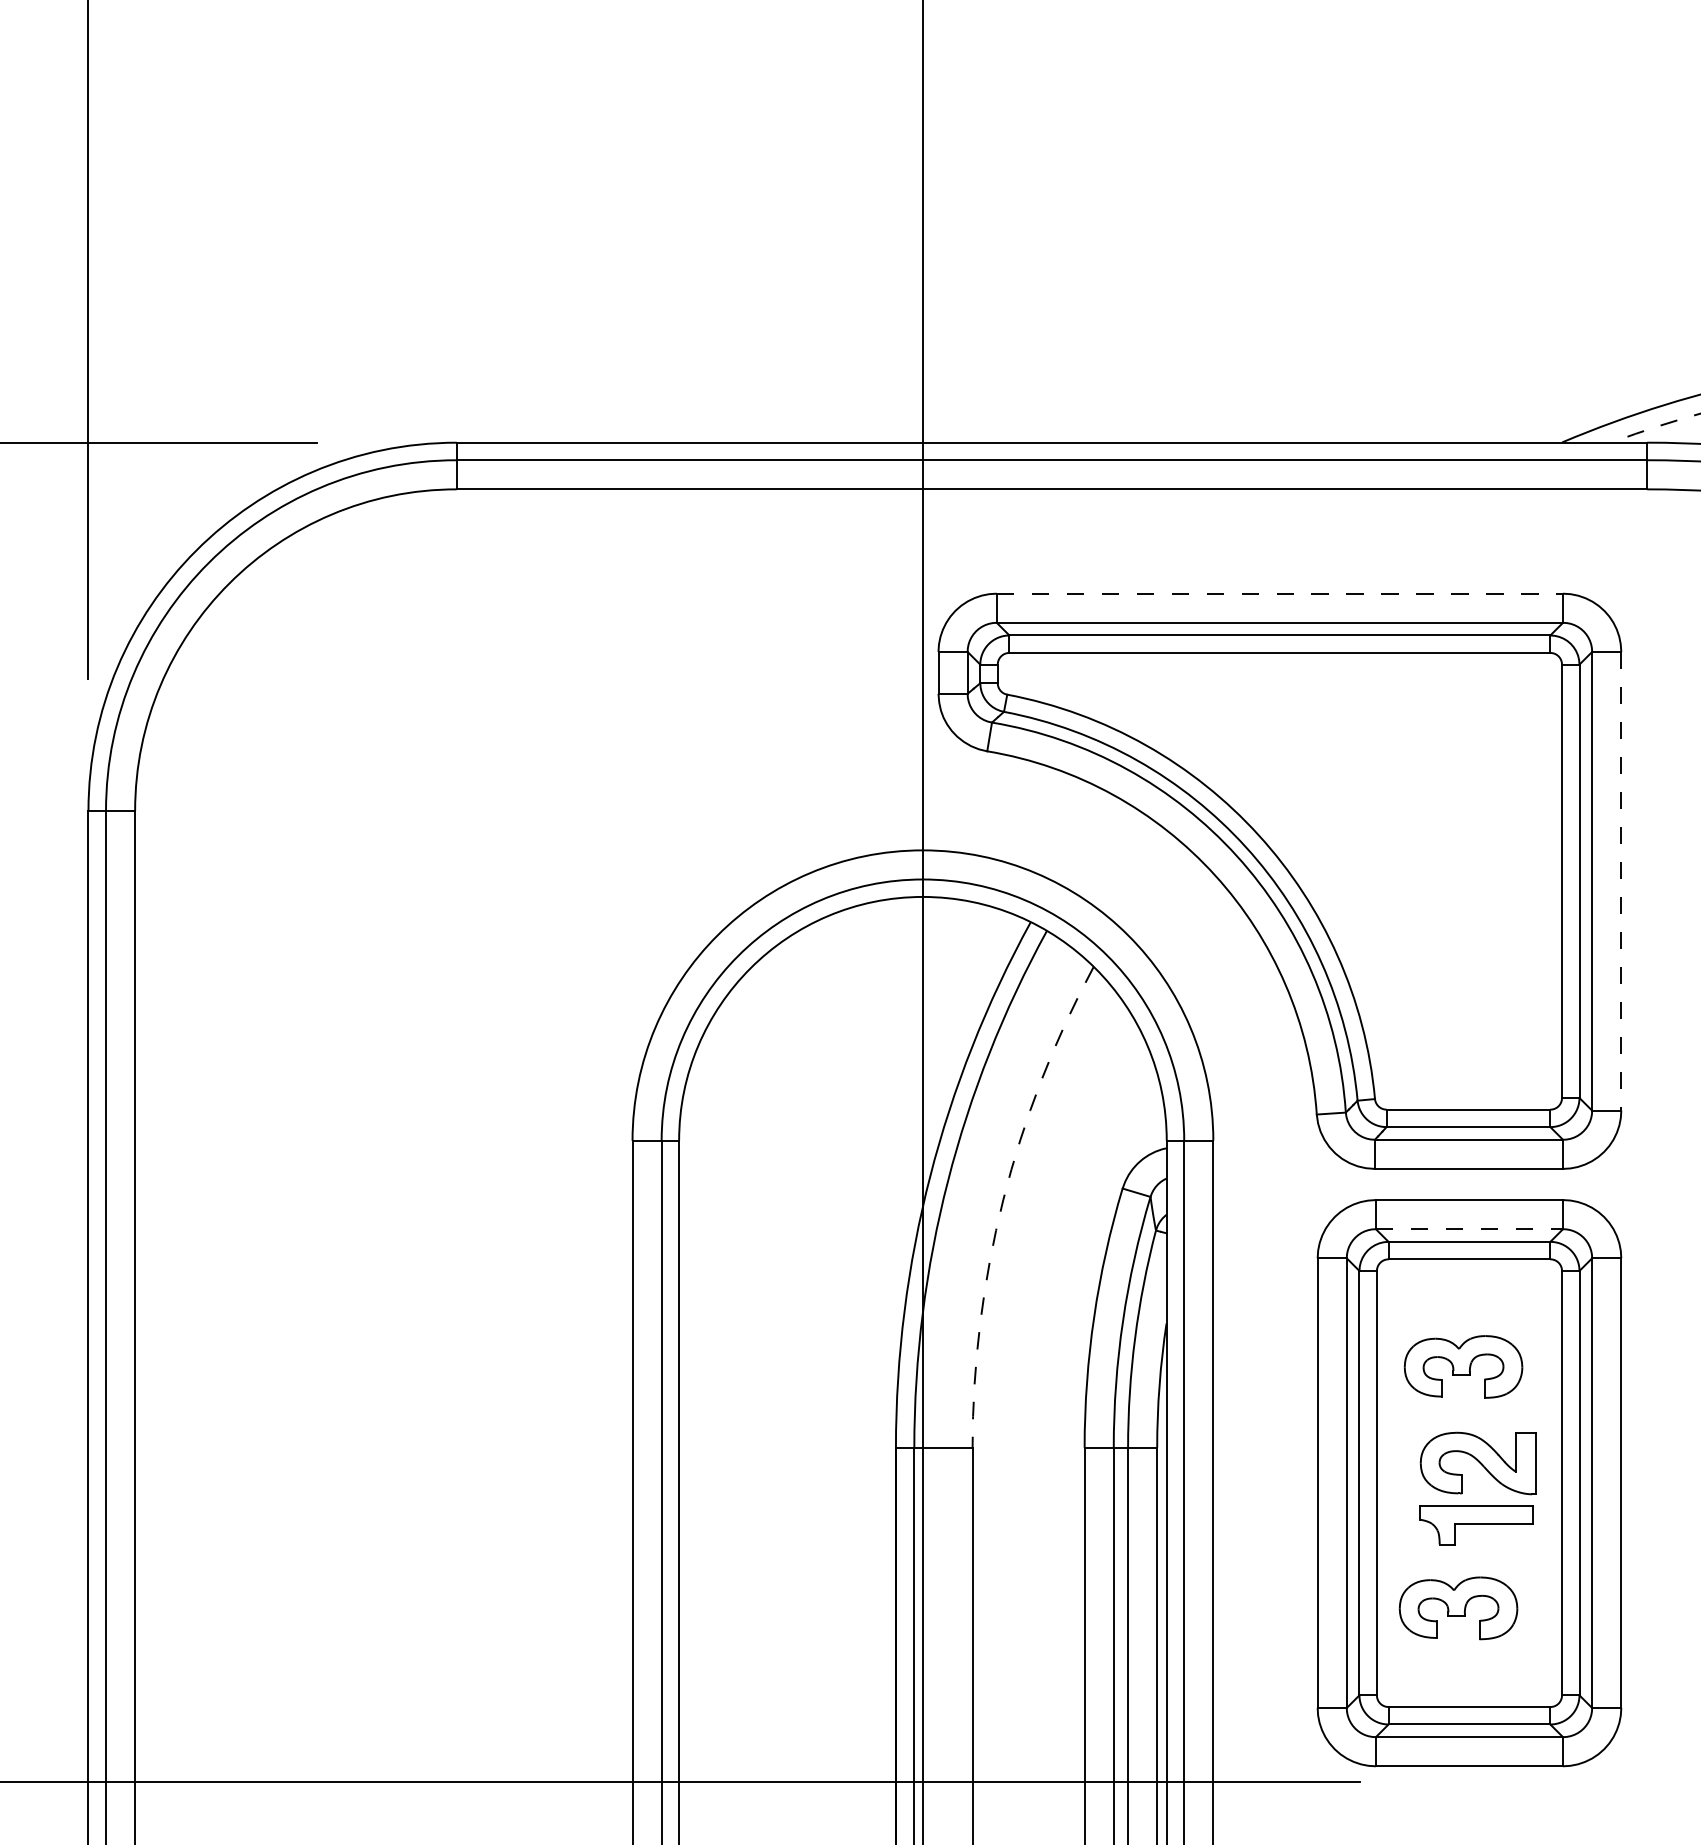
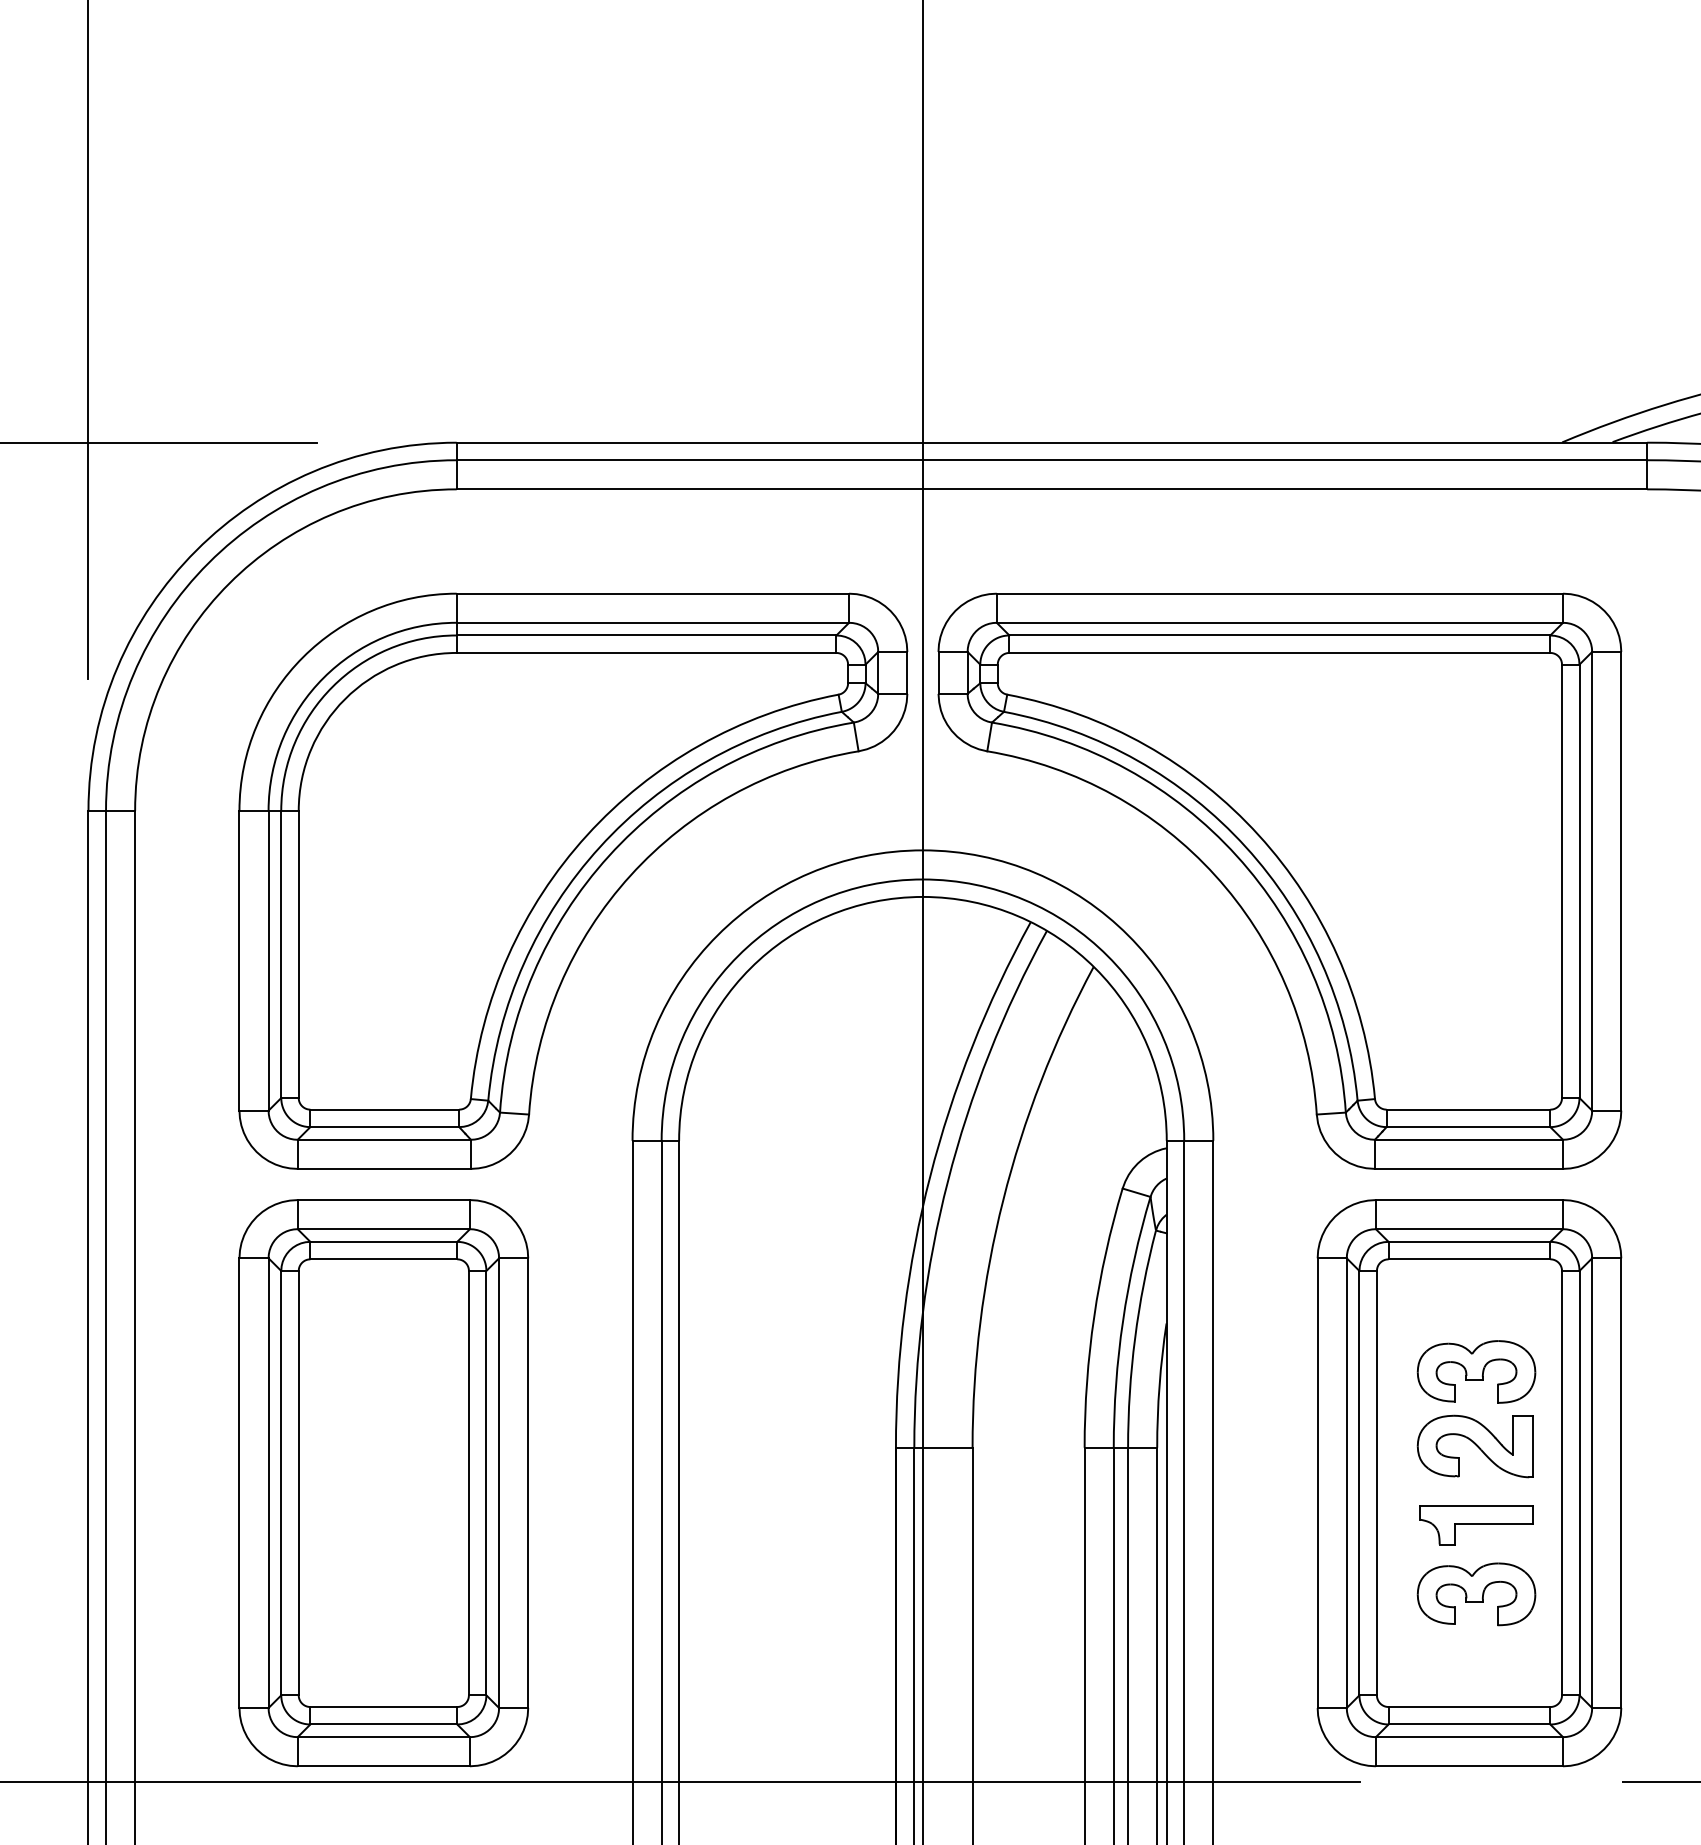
arc at (1656, 426): dashed -> solid
line at (1280, 593): dashed -> solid
part at (573, 880): none -> present
line at (1621, 881): dashed -> solid
arc at (1003, 1199): dashed -> solid
line at (1469, 1229): dashed -> solid
part at (1463, 1366) position: (1463, 1366) -> (1476, 1371)
part at (1477, 1463) position: (1477, 1463) -> (1474, 1446)
part at (383, 1483): none -> present
part at (1458, 1608) position: (1458, 1608) -> (1476, 1594)
line at (1659, 1781): none -> present
